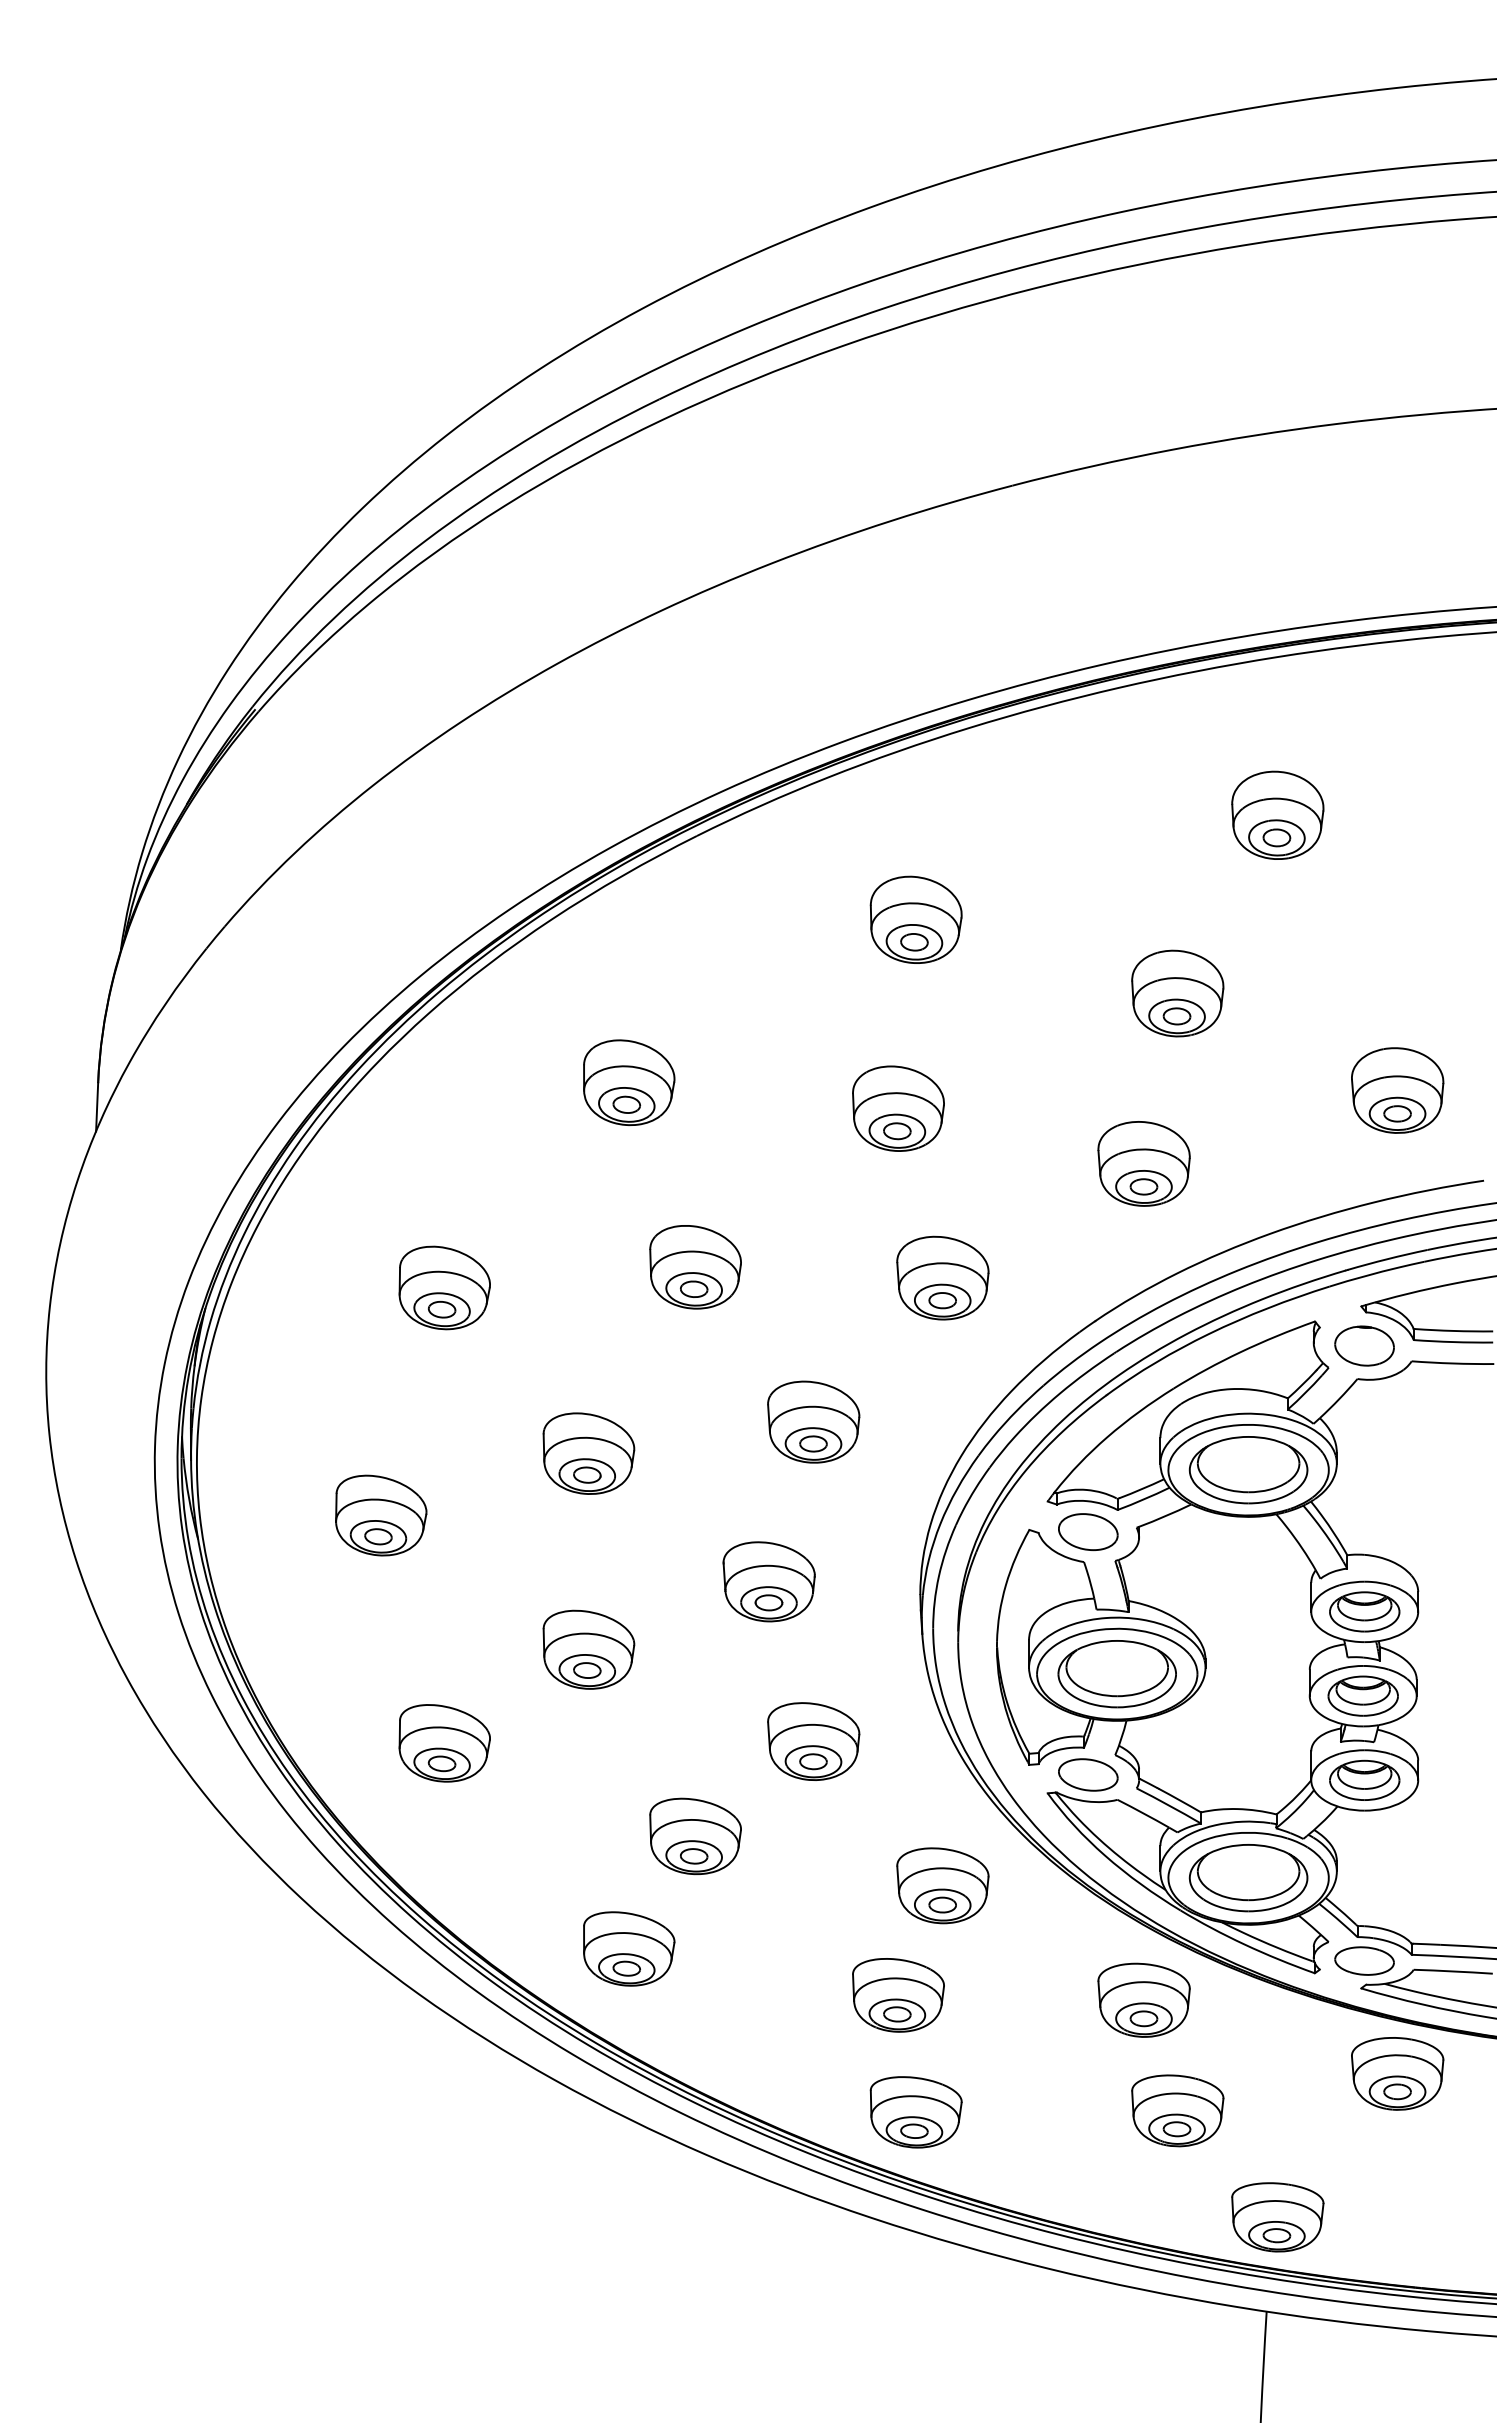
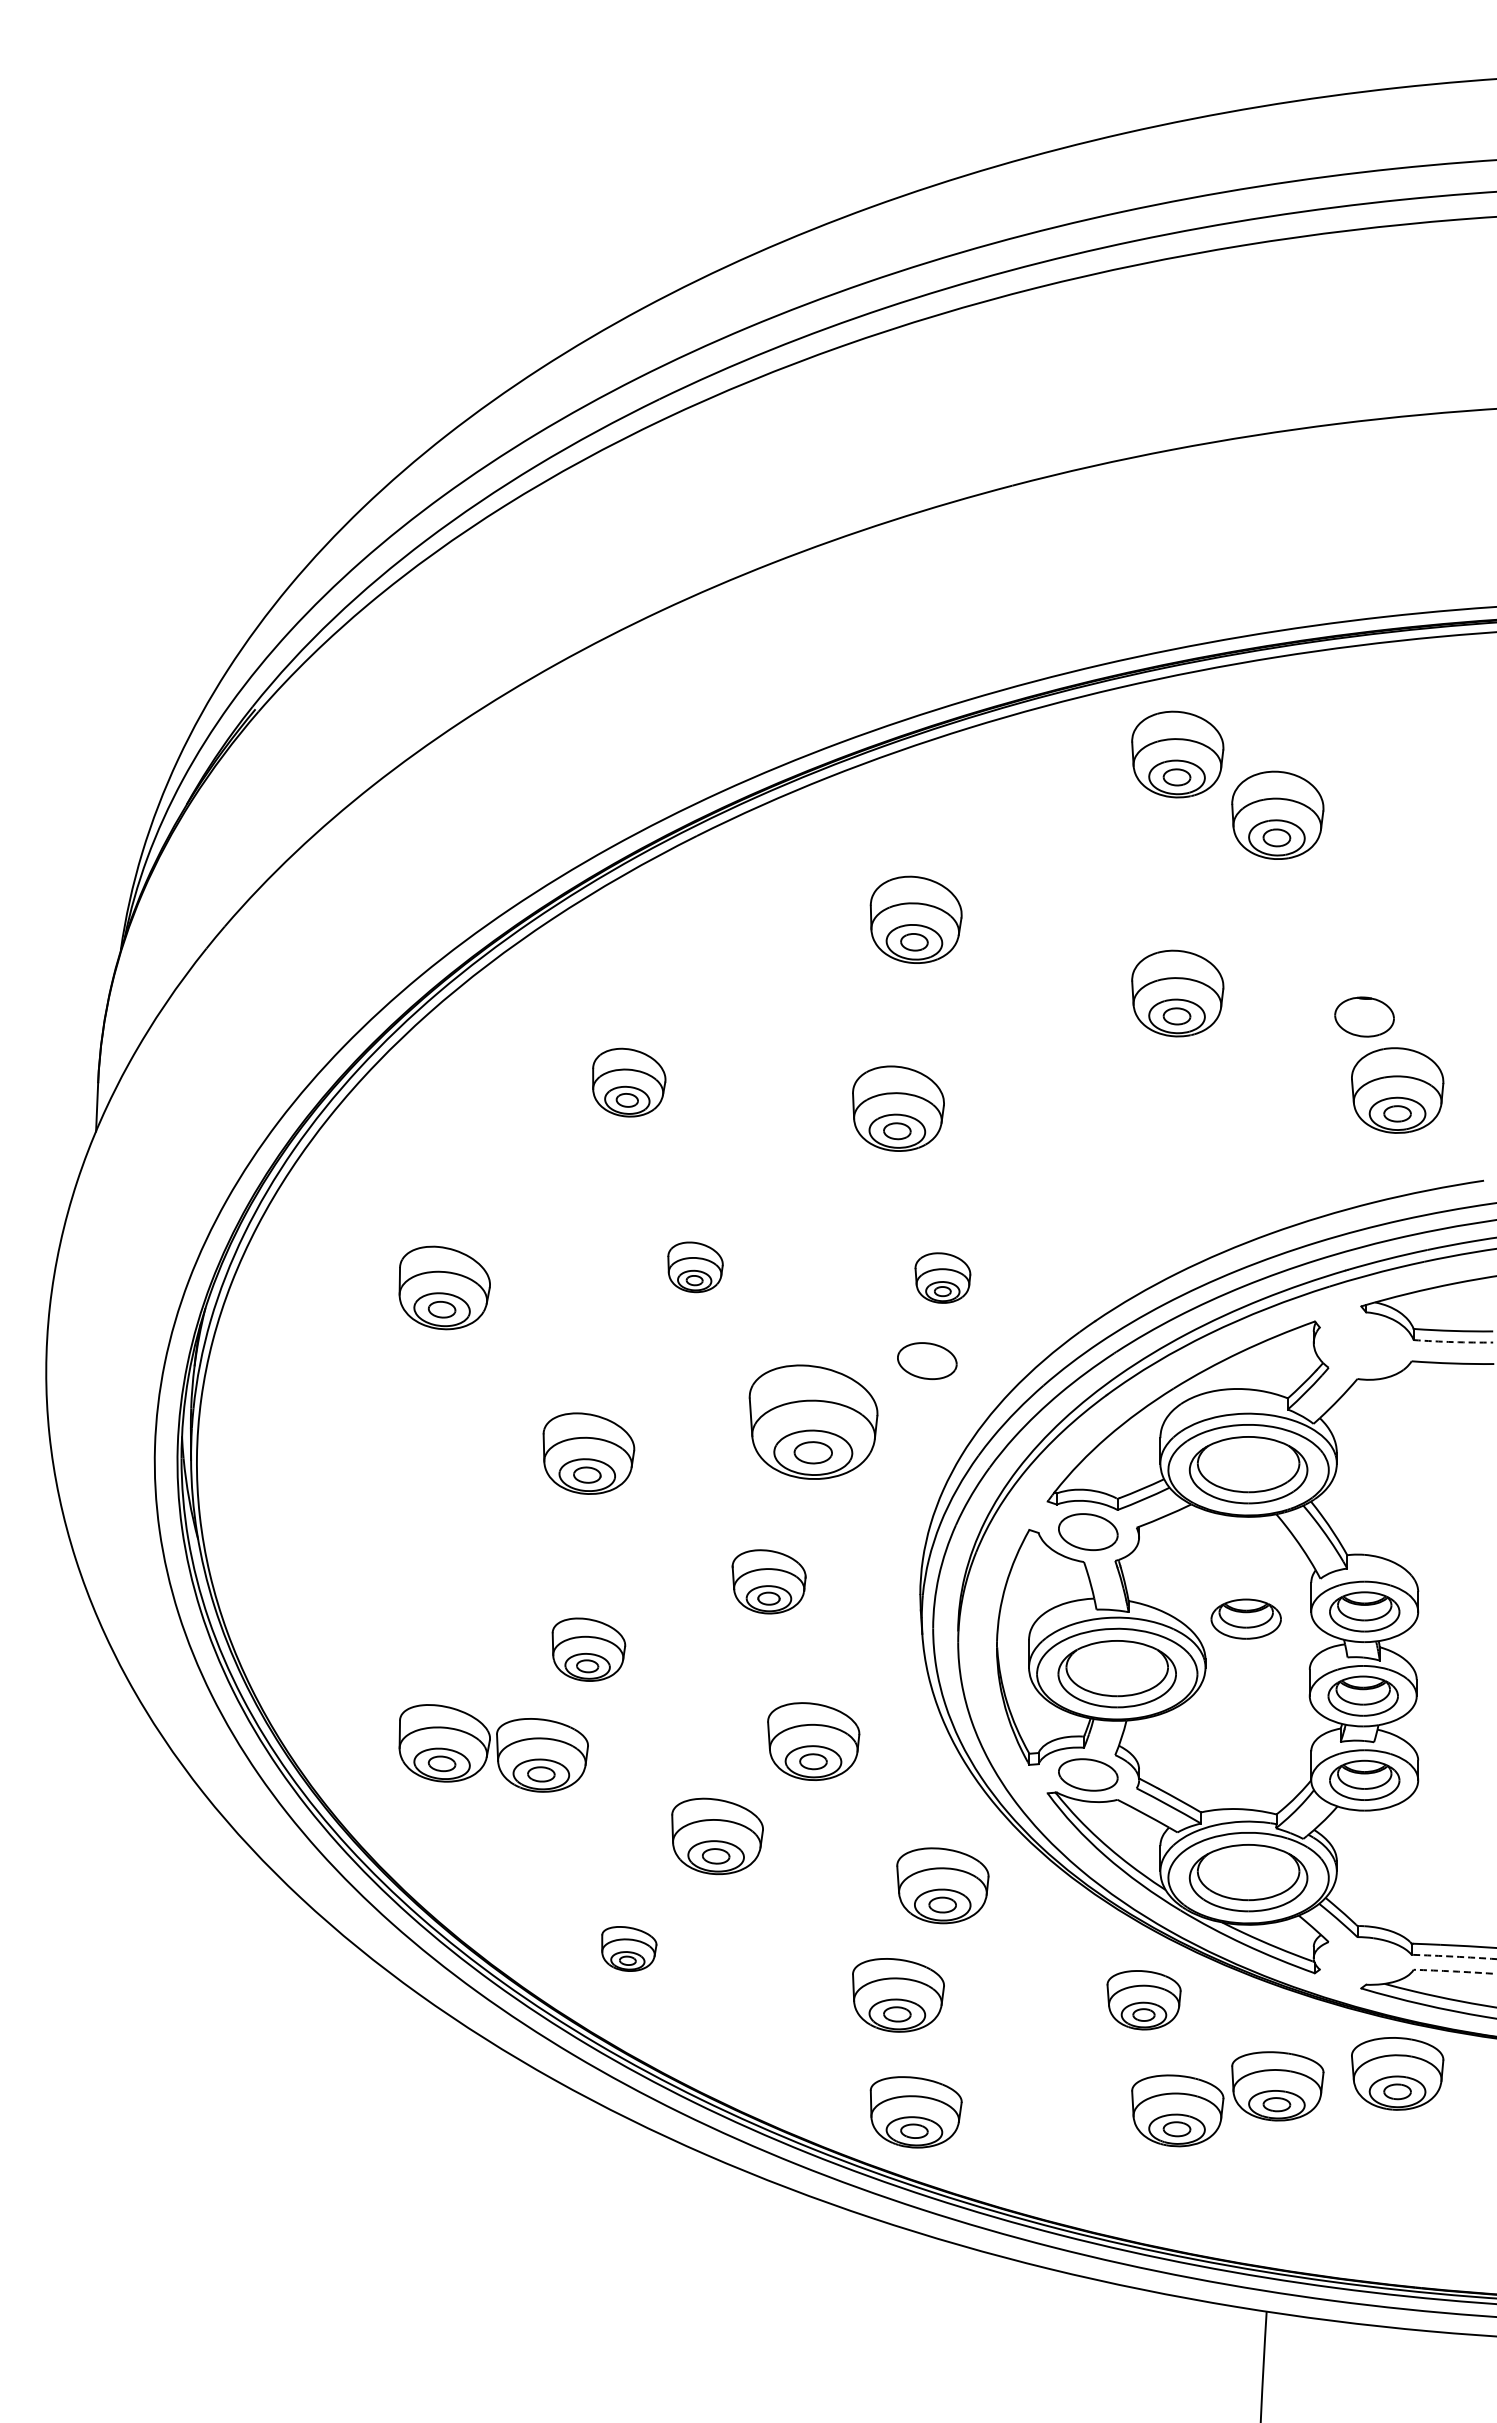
part at (1177, 754): none -> present
part at (629, 1082) size: 93x87 px -> 75x71 px
part at (1143, 1163): present -> none
part at (695, 1267) size: 93x85 px -> 57x53 px
part at (942, 1277) size: 94x86 px -> 58x52 px
arc at (1453, 1342): solid -> dashed
part at (1364, 1345) position: (1364, 1345) -> (1364, 1016)
part at (927, 1361): none -> present
part at (813, 1421) size: 94x84 px -> 131x116 px
part at (381, 1515): present -> none
part at (768, 1581) size: 94x82 px -> 76x66 px
part at (1245, 1618): none -> present
part at (588, 1649) size: 94x81 px -> 76x65 px
part at (542, 1755): none -> present
part at (695, 1836) position: (695, 1836) -> (717, 1836)
part at (629, 1948) size: 93x76 px -> 57x46 px
arc at (1454, 1956): solid -> dashed
part at (1364, 1960): present -> none
arc at (1453, 1971): solid -> dashed
part at (1143, 1999) size: 94x76 px -> 76x61 px
part at (1277, 2217) position: (1277, 2217) -> (1277, 2086)
